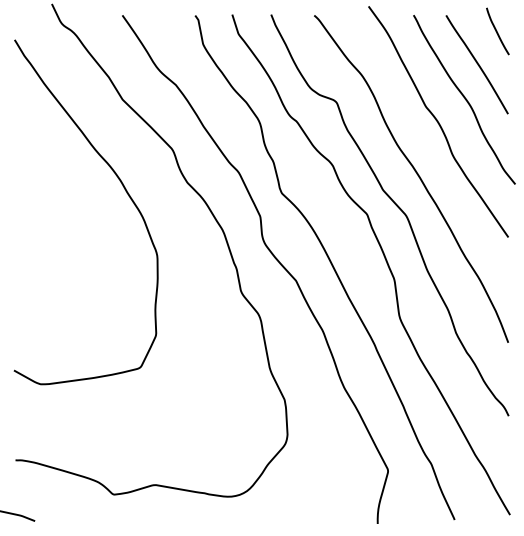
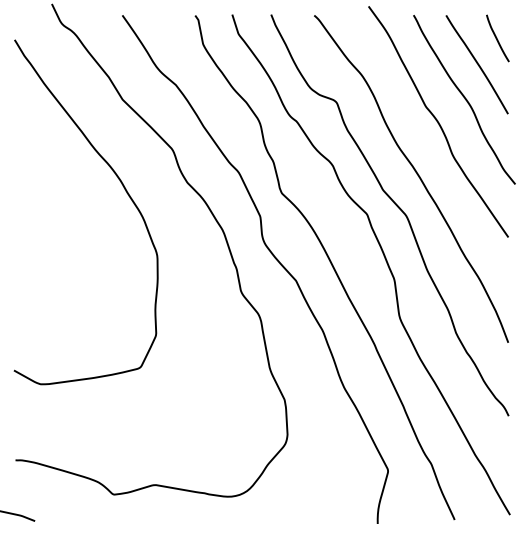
curve at (497, 31) position: (497, 31) -> (497, 38)
